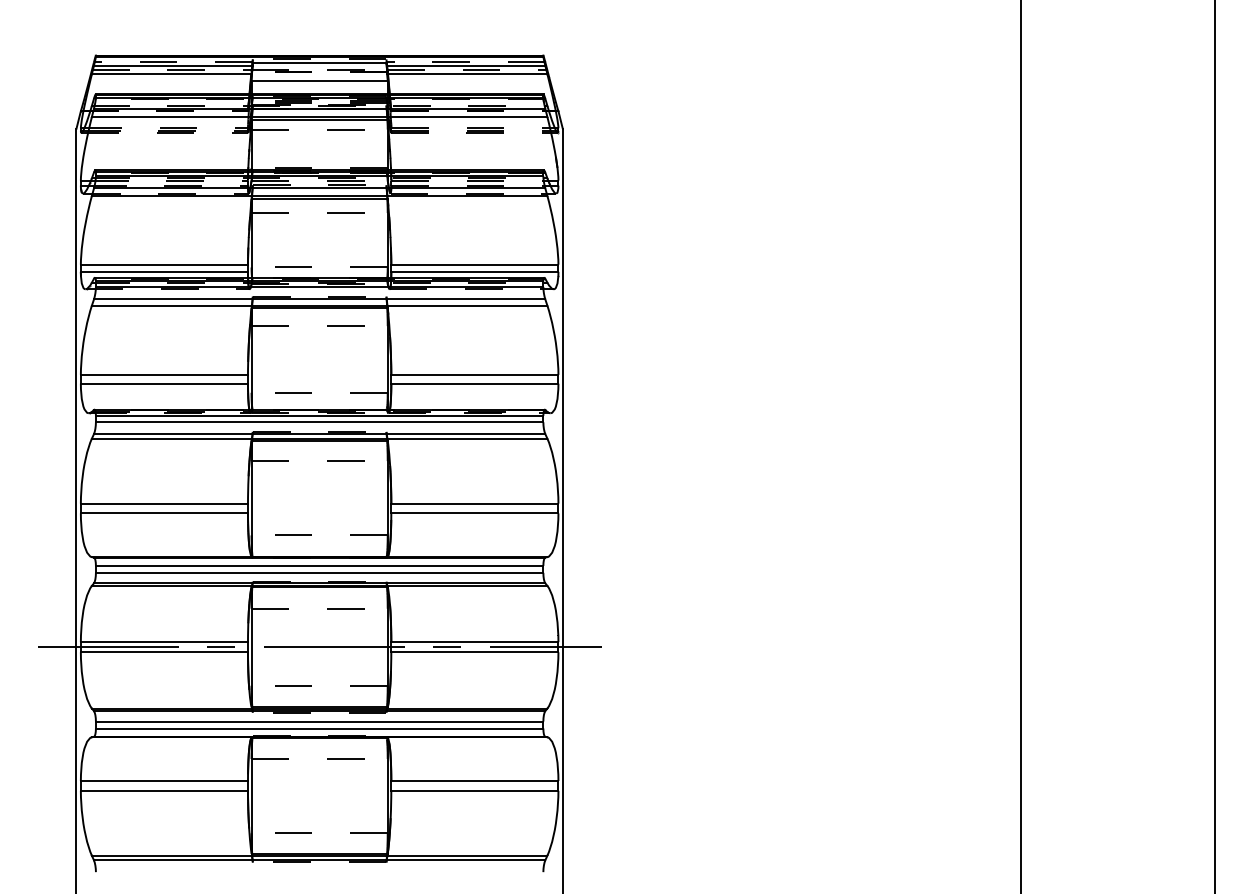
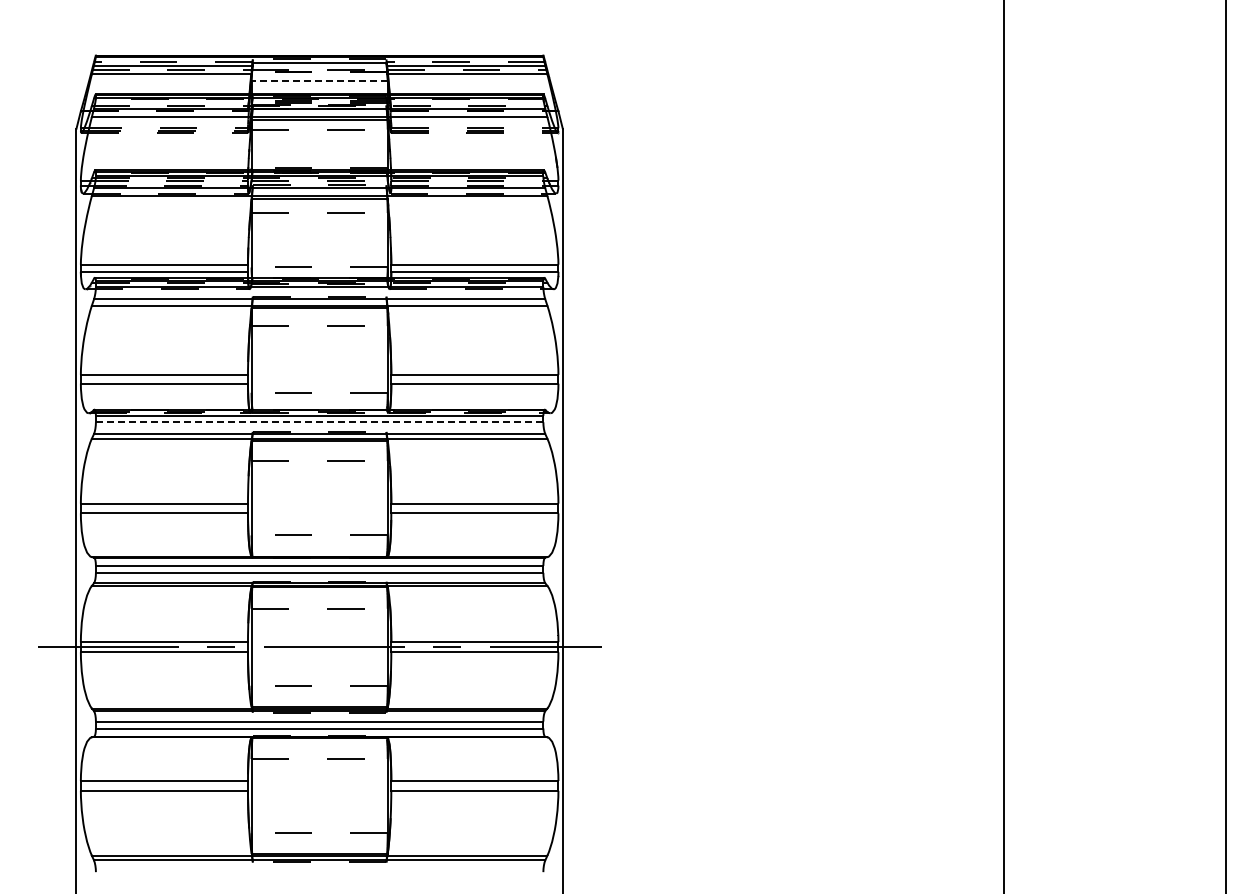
line at (319, 81): solid -> dashed
line at (319, 422): solid -> dashed
line at (1020, 446) position: (1020, 446) -> (1003, 446)
line at (1215, 446) position: (1215, 446) -> (1226, 446)
